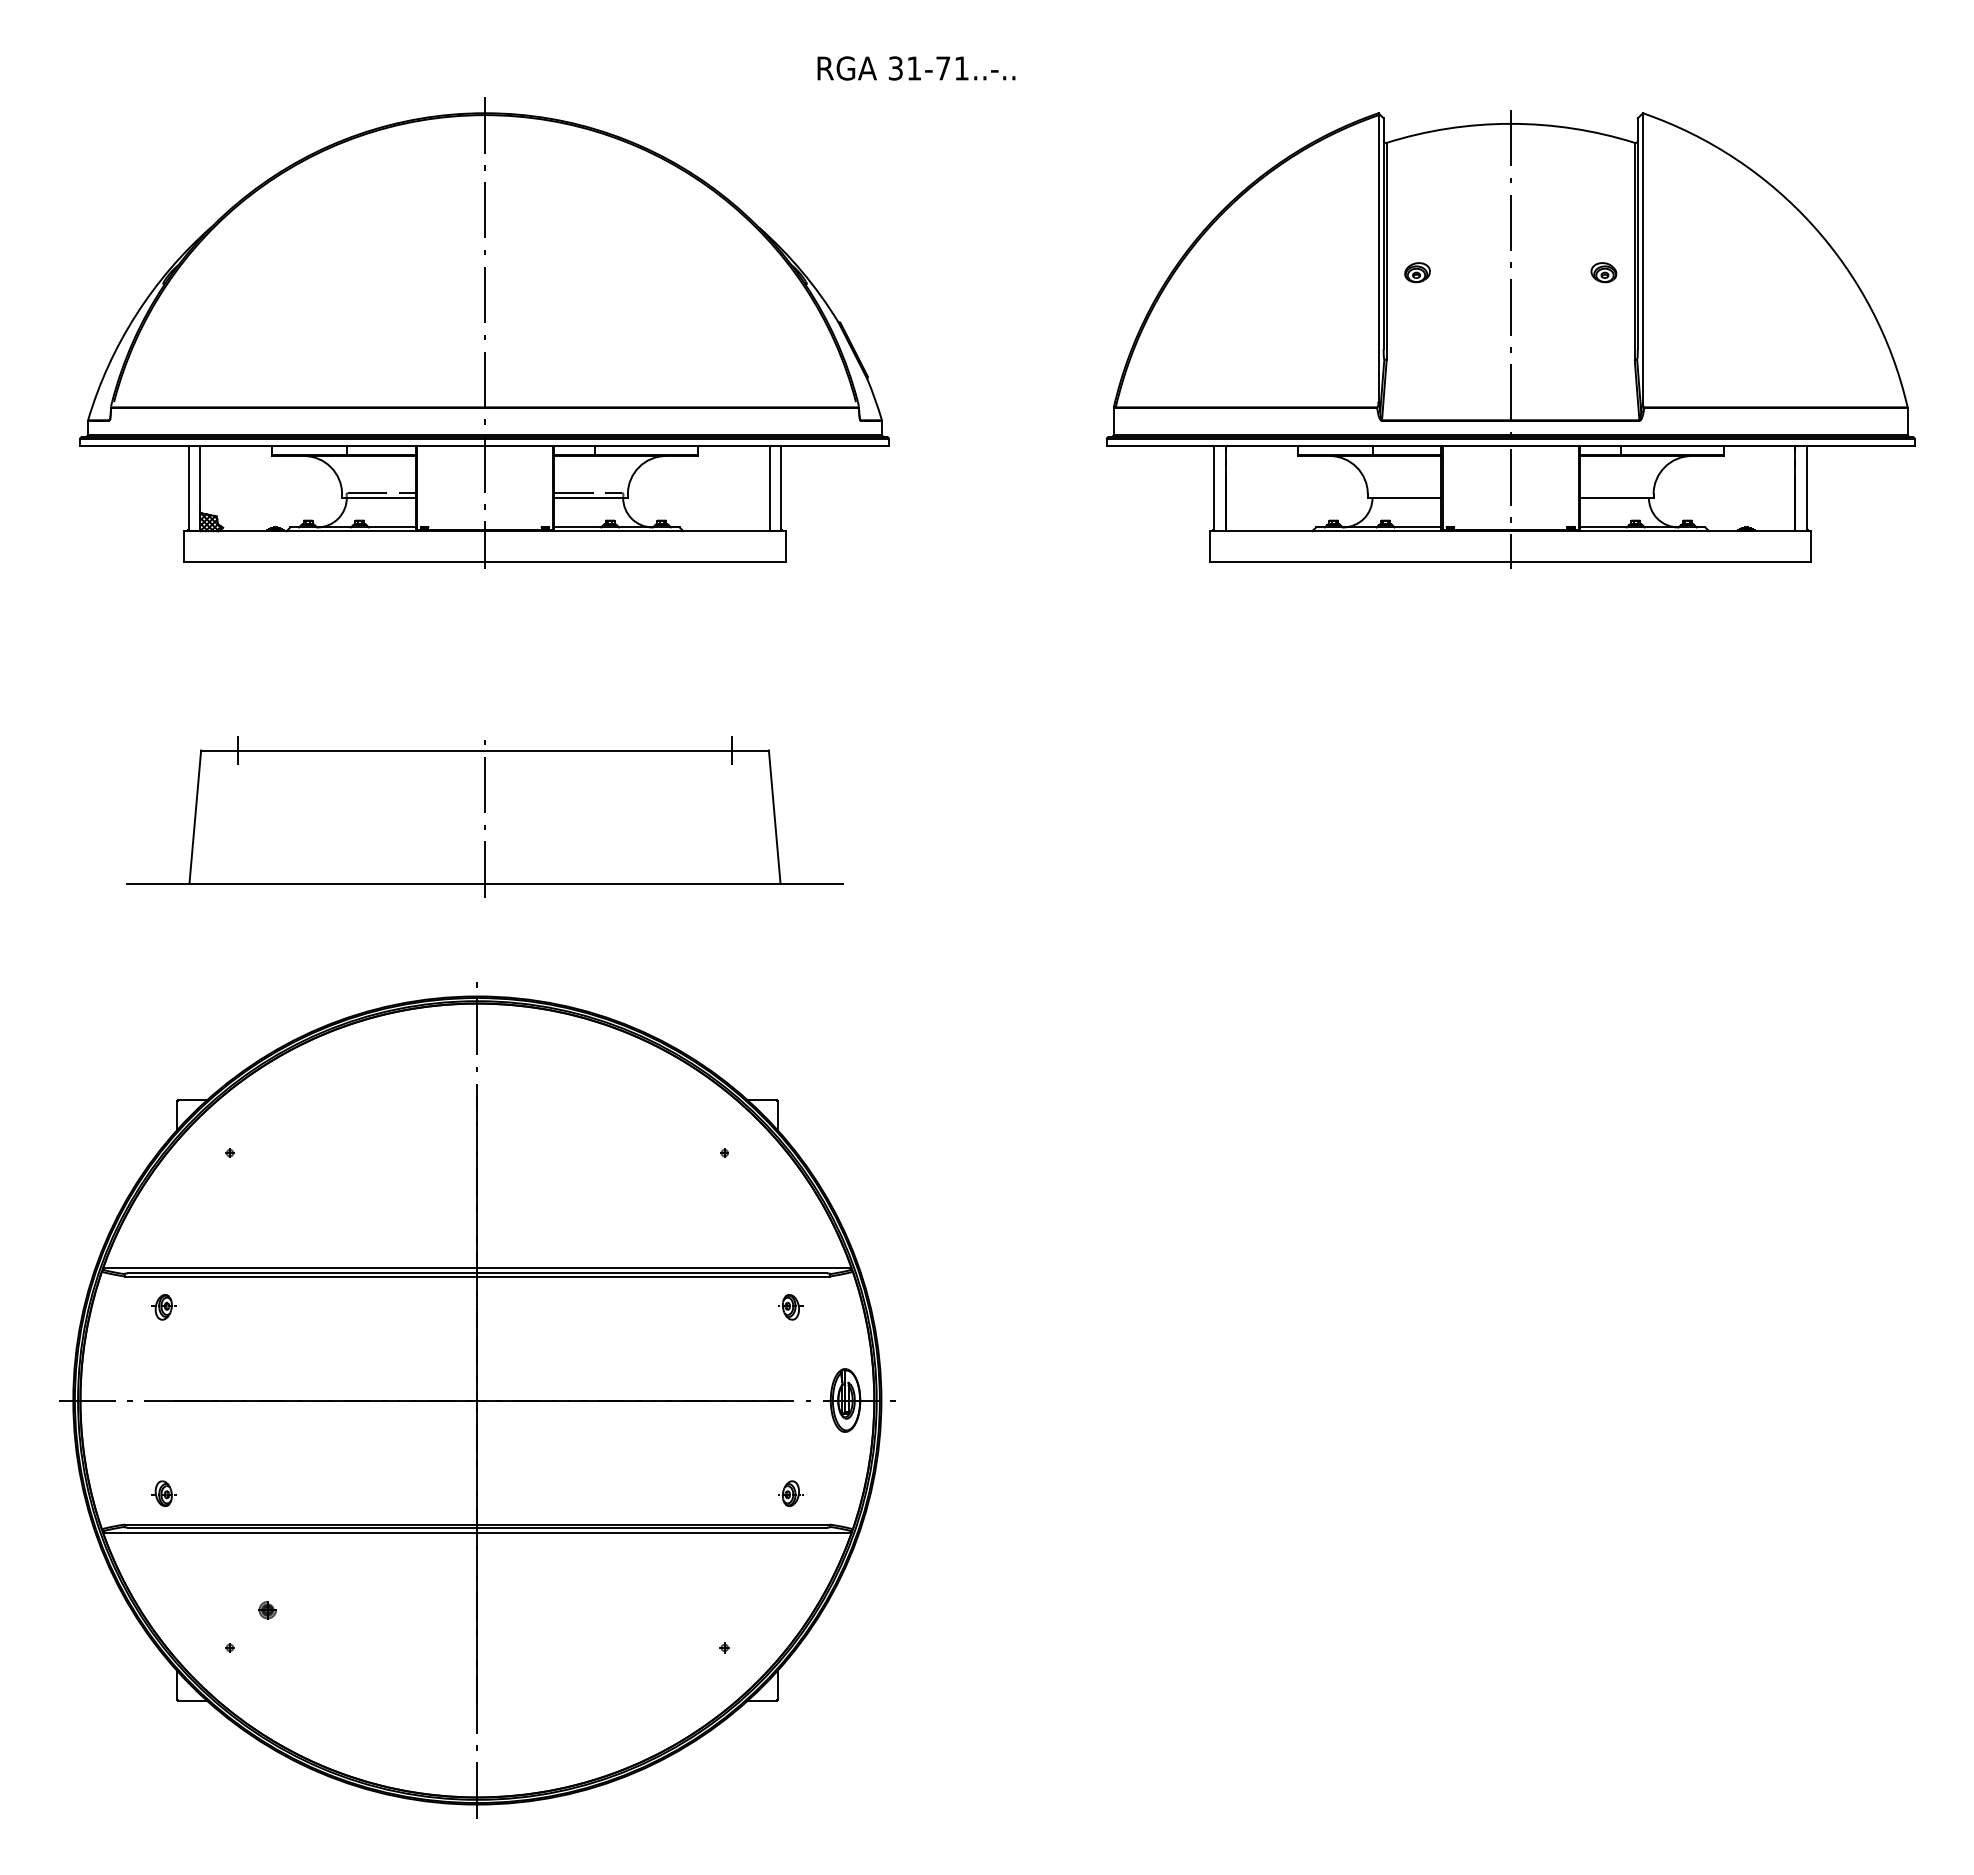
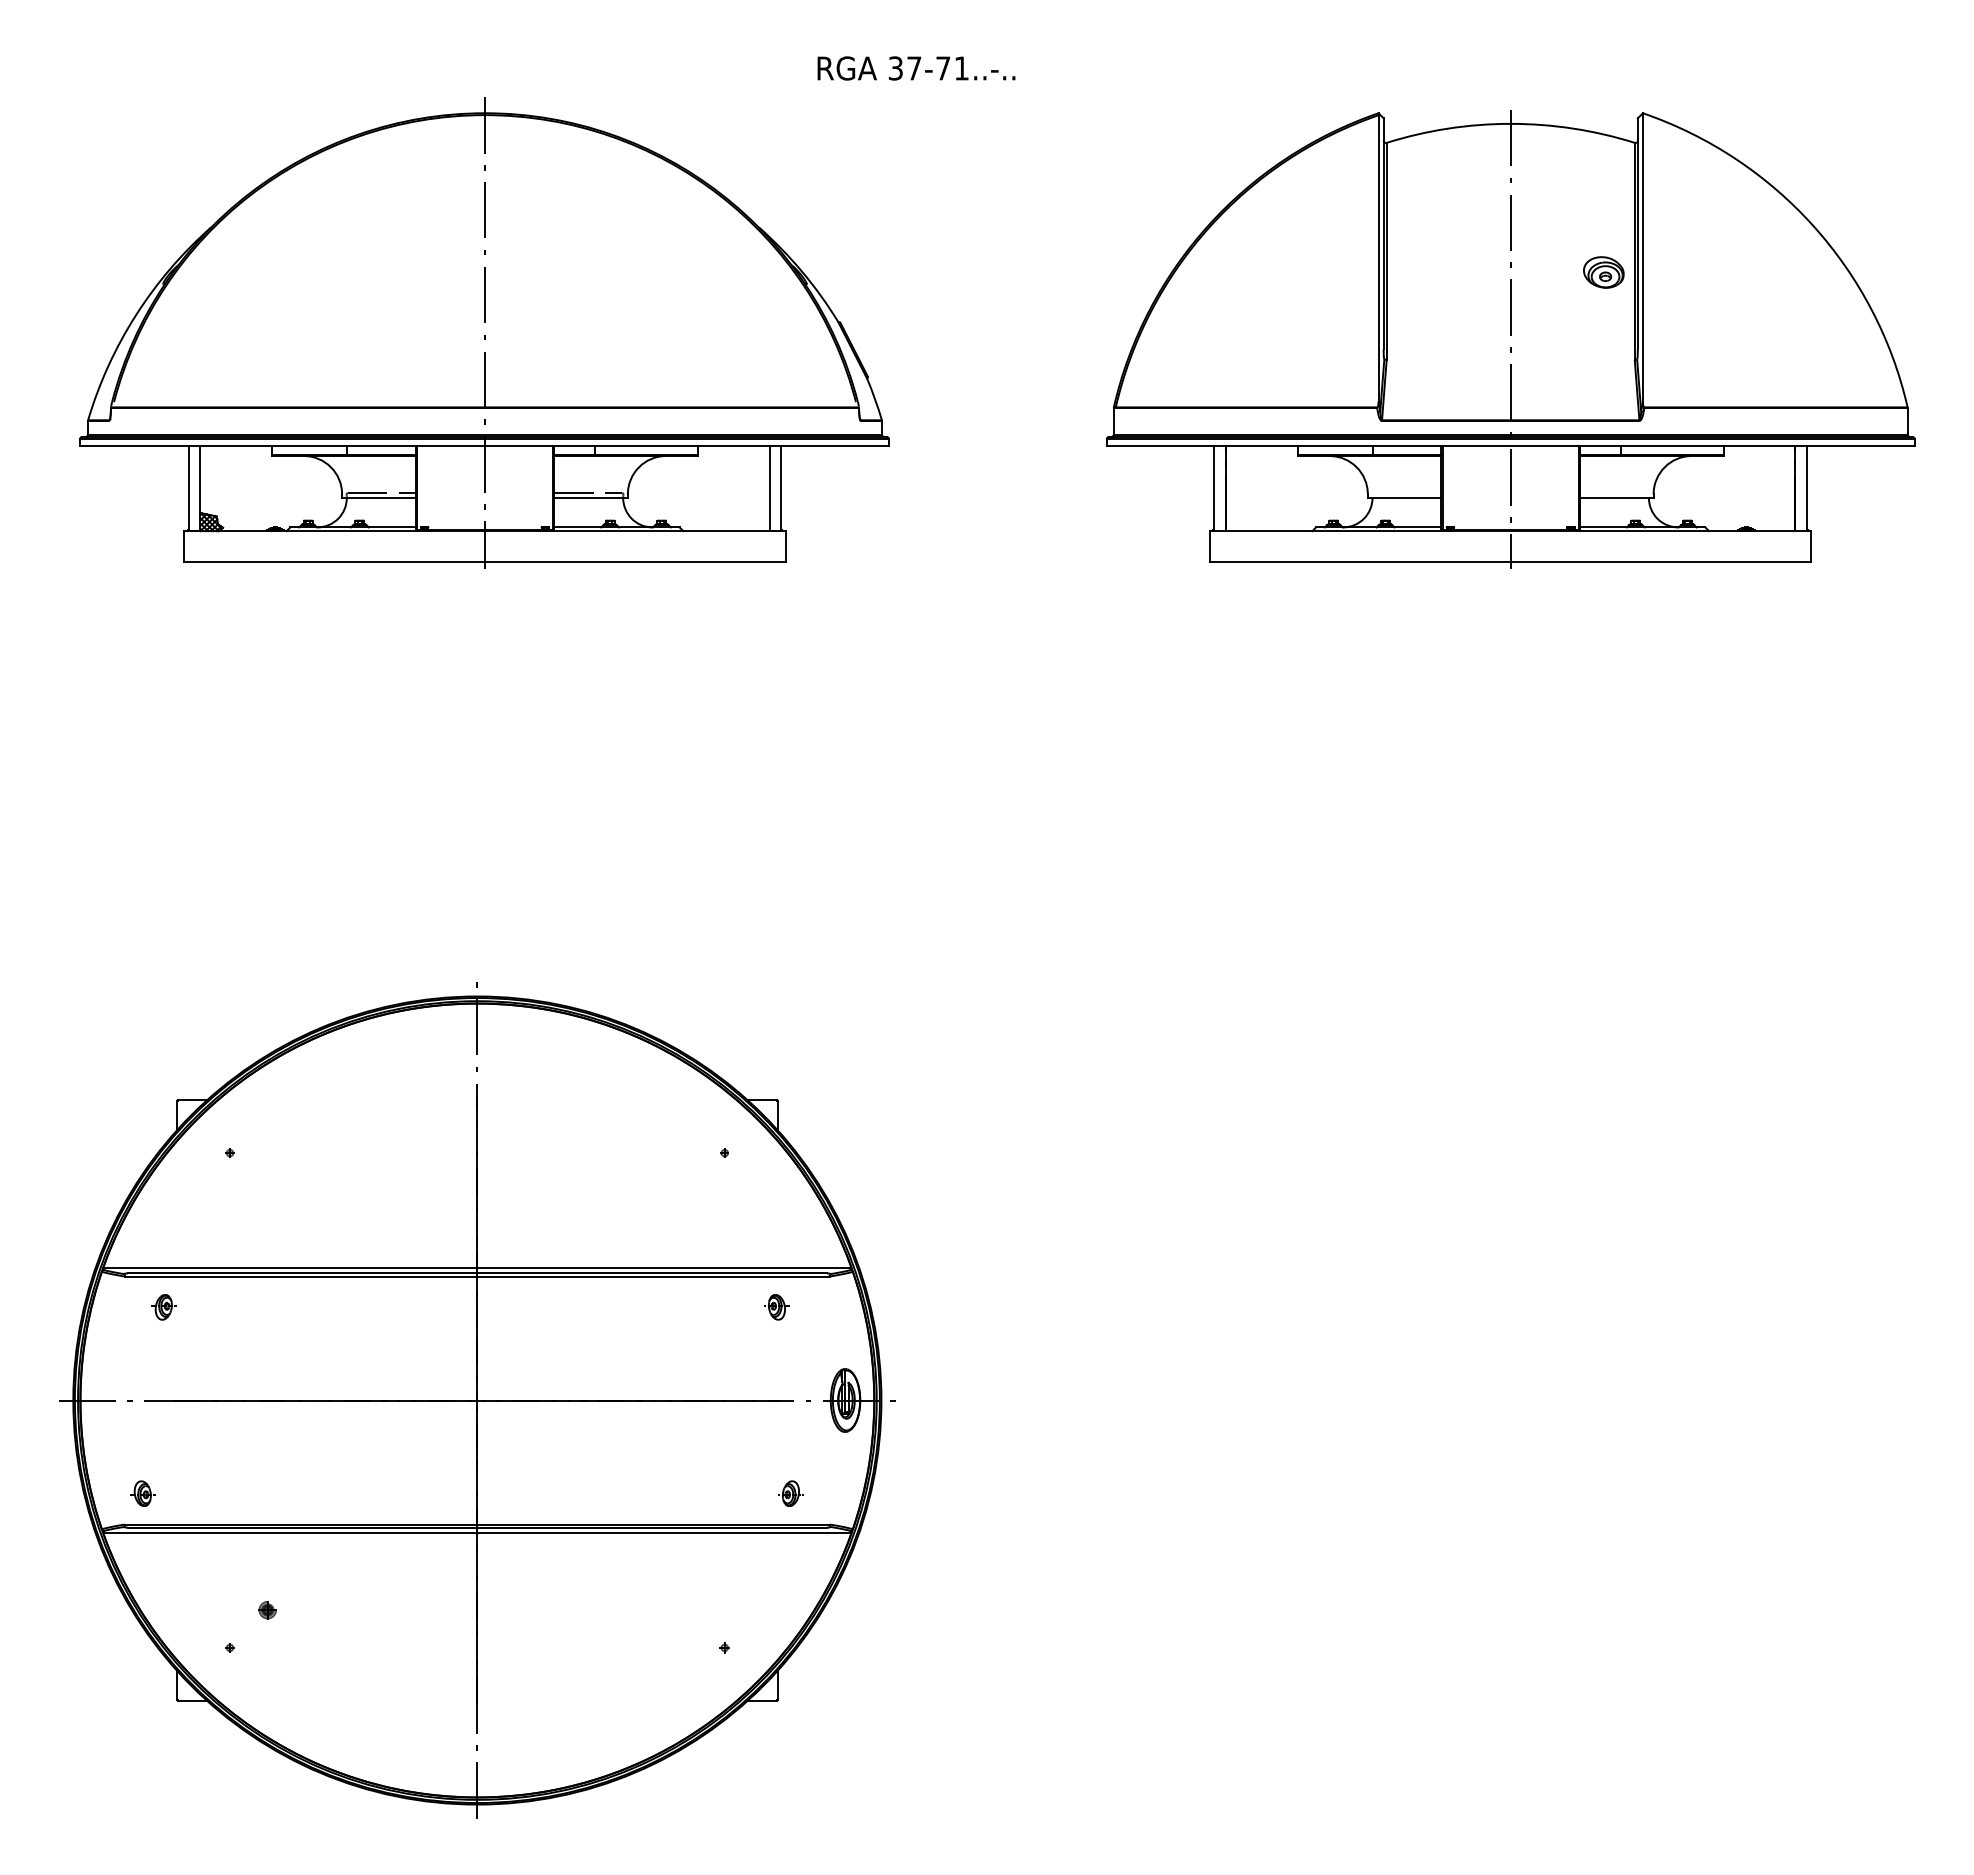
text at (914, 68): 31-71..-.. -> 37-71..-..
part at (1417, 272): present -> none
part at (1603, 272) size: 28x22 px -> 42x33 px
part at (484, 816): present -> none
part at (790, 1307) position: (790, 1307) -> (776, 1307)
part at (163, 1493) position: (163, 1493) -> (142, 1493)
